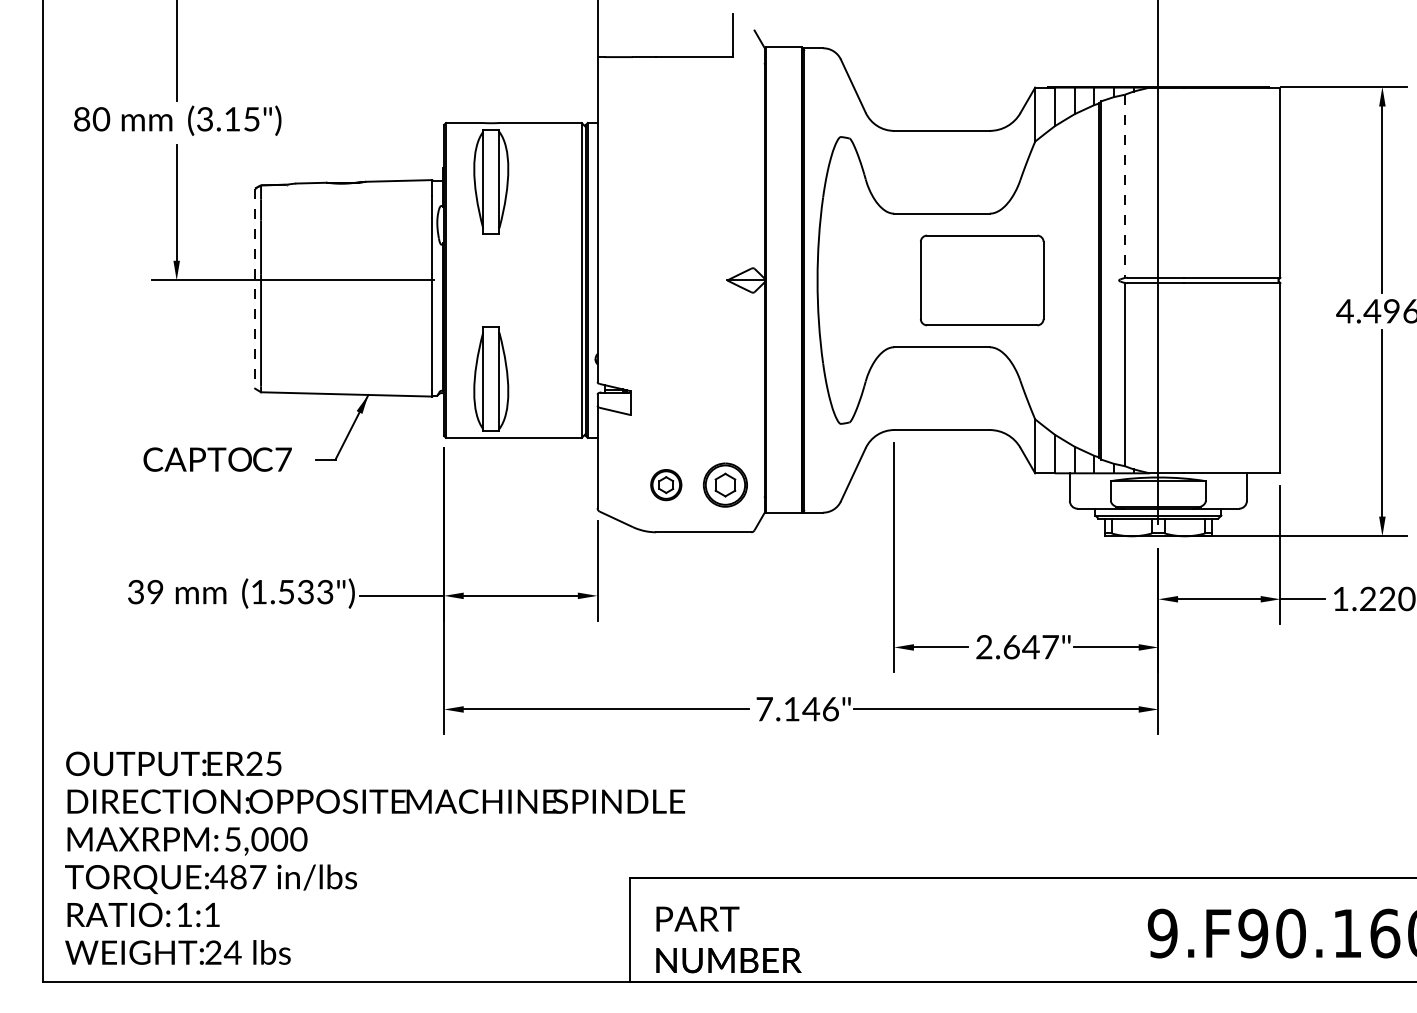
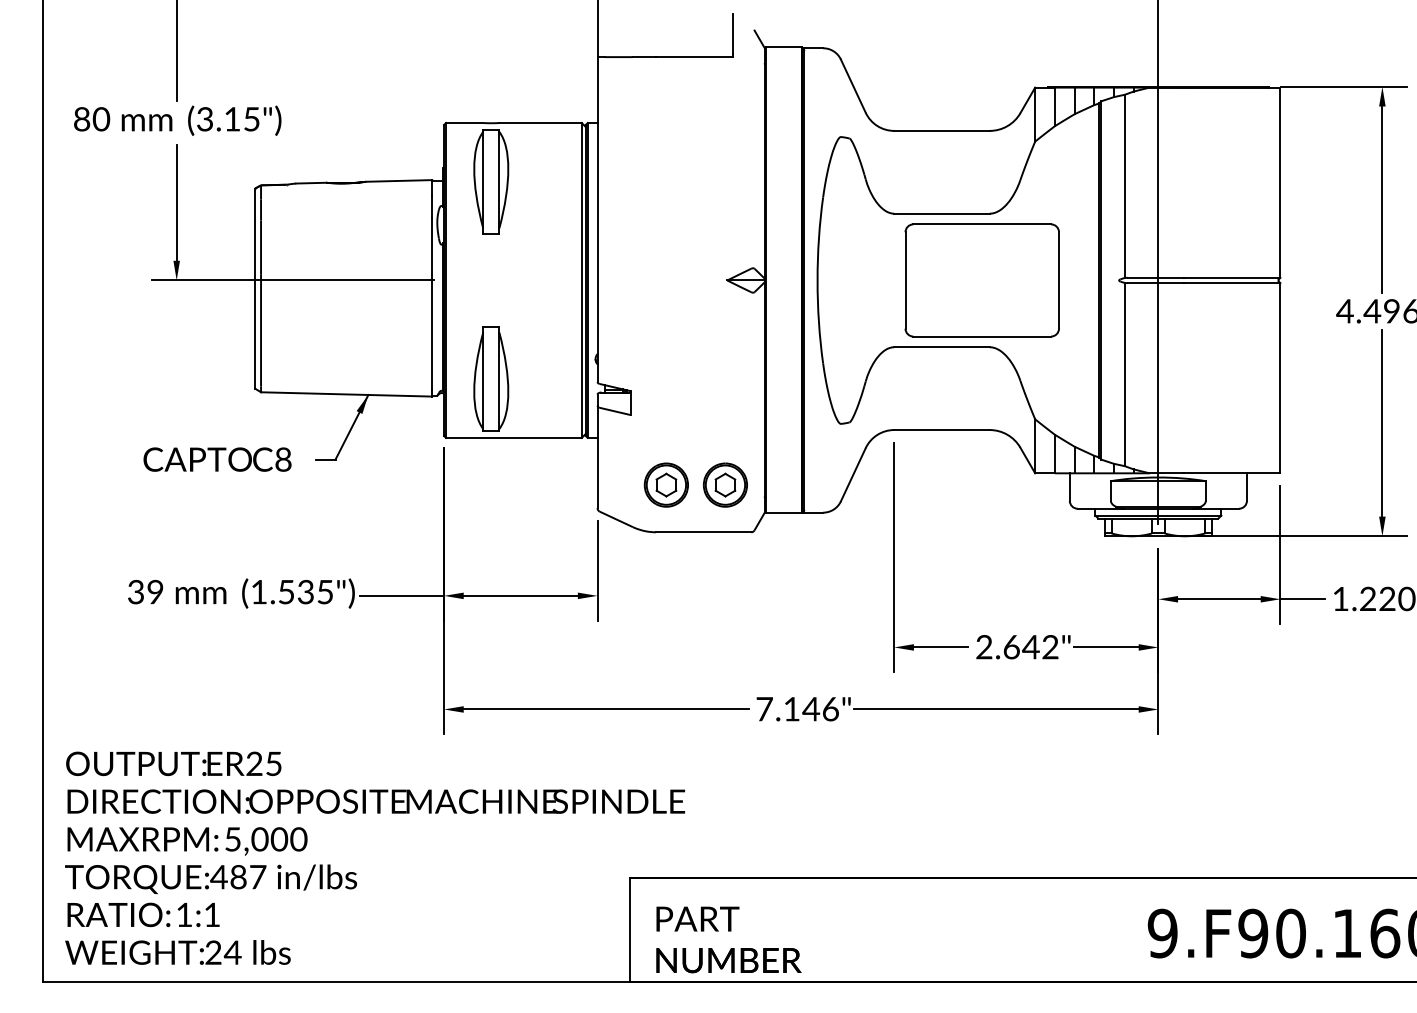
line at (1124, 186): dashed -> solid
part at (982, 280) size: 125x93 px -> 156x115 px
line at (255, 289): dashed -> solid
text at (283, 459): C7 -> C8
part at (666, 485) size: 33x33 px -> 46x46 px
text at (325, 591): (1.533") -> (1.535")
text at (1050, 647): 2.647" -> 2.642"
